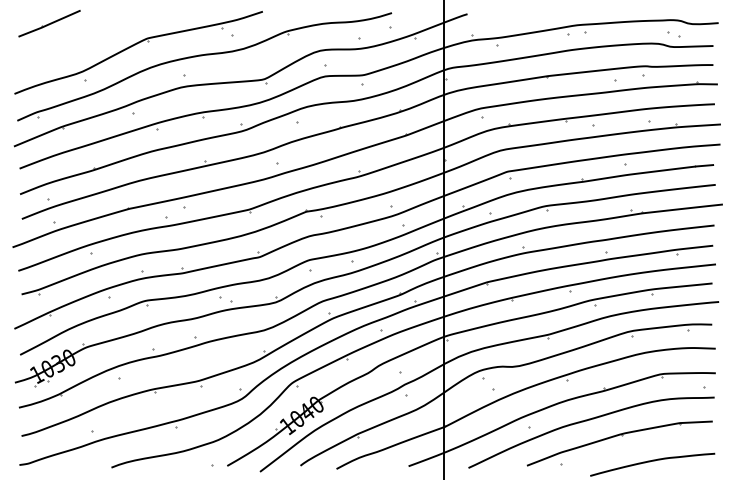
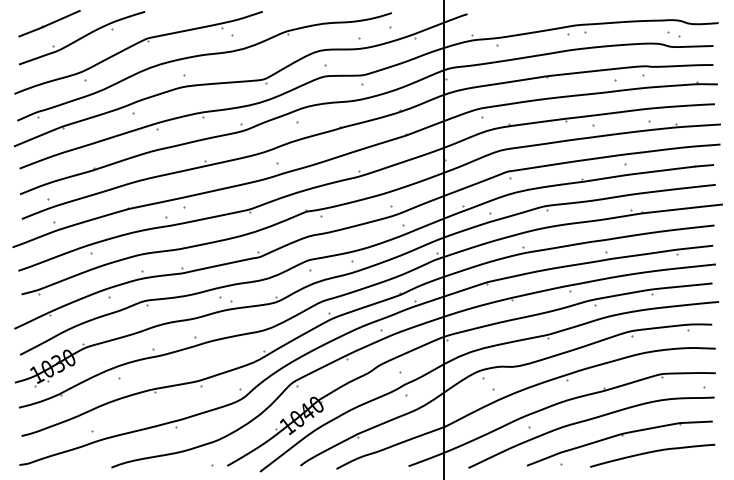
part at (82, 38): none -> present
curve at (650, 462) position: (650, 462) -> (650, 453)
